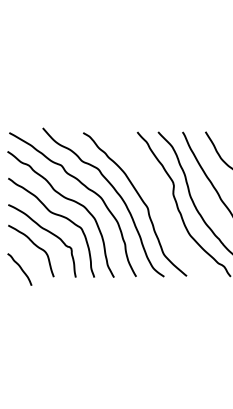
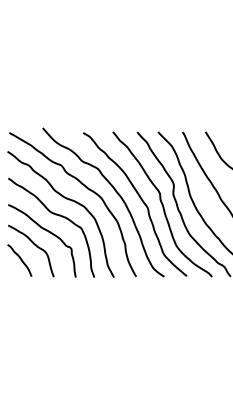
curve at (162, 204): none -> present
curve at (20, 269) position: (20, 269) -> (20, 260)
